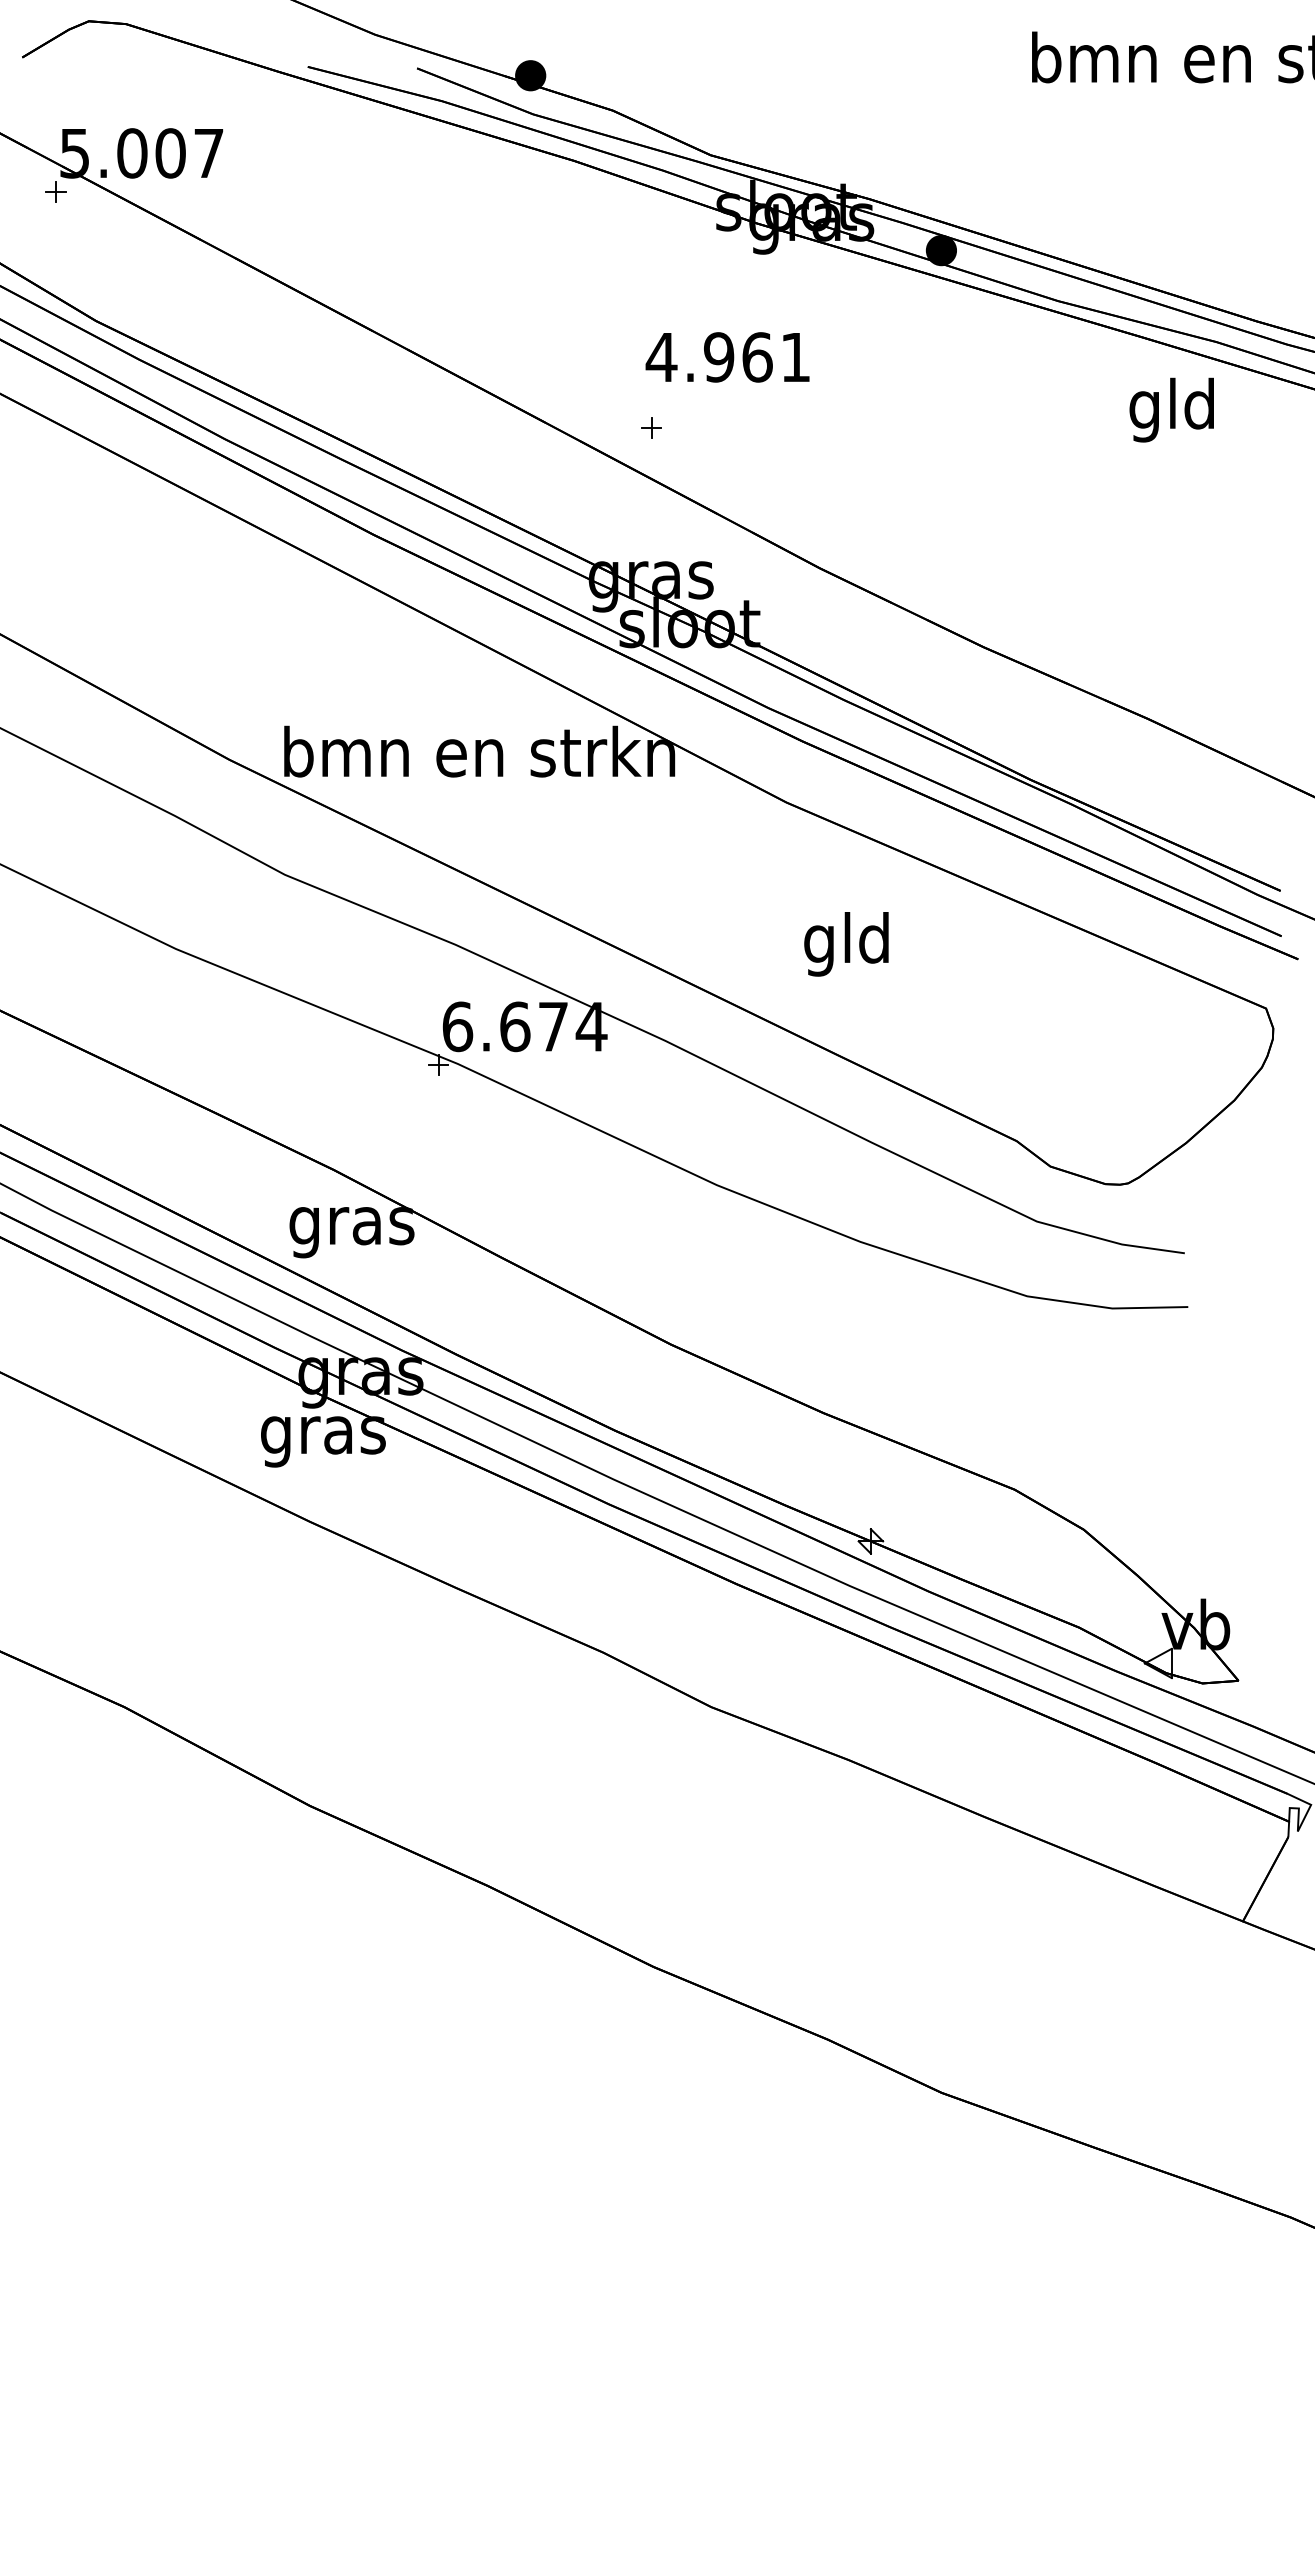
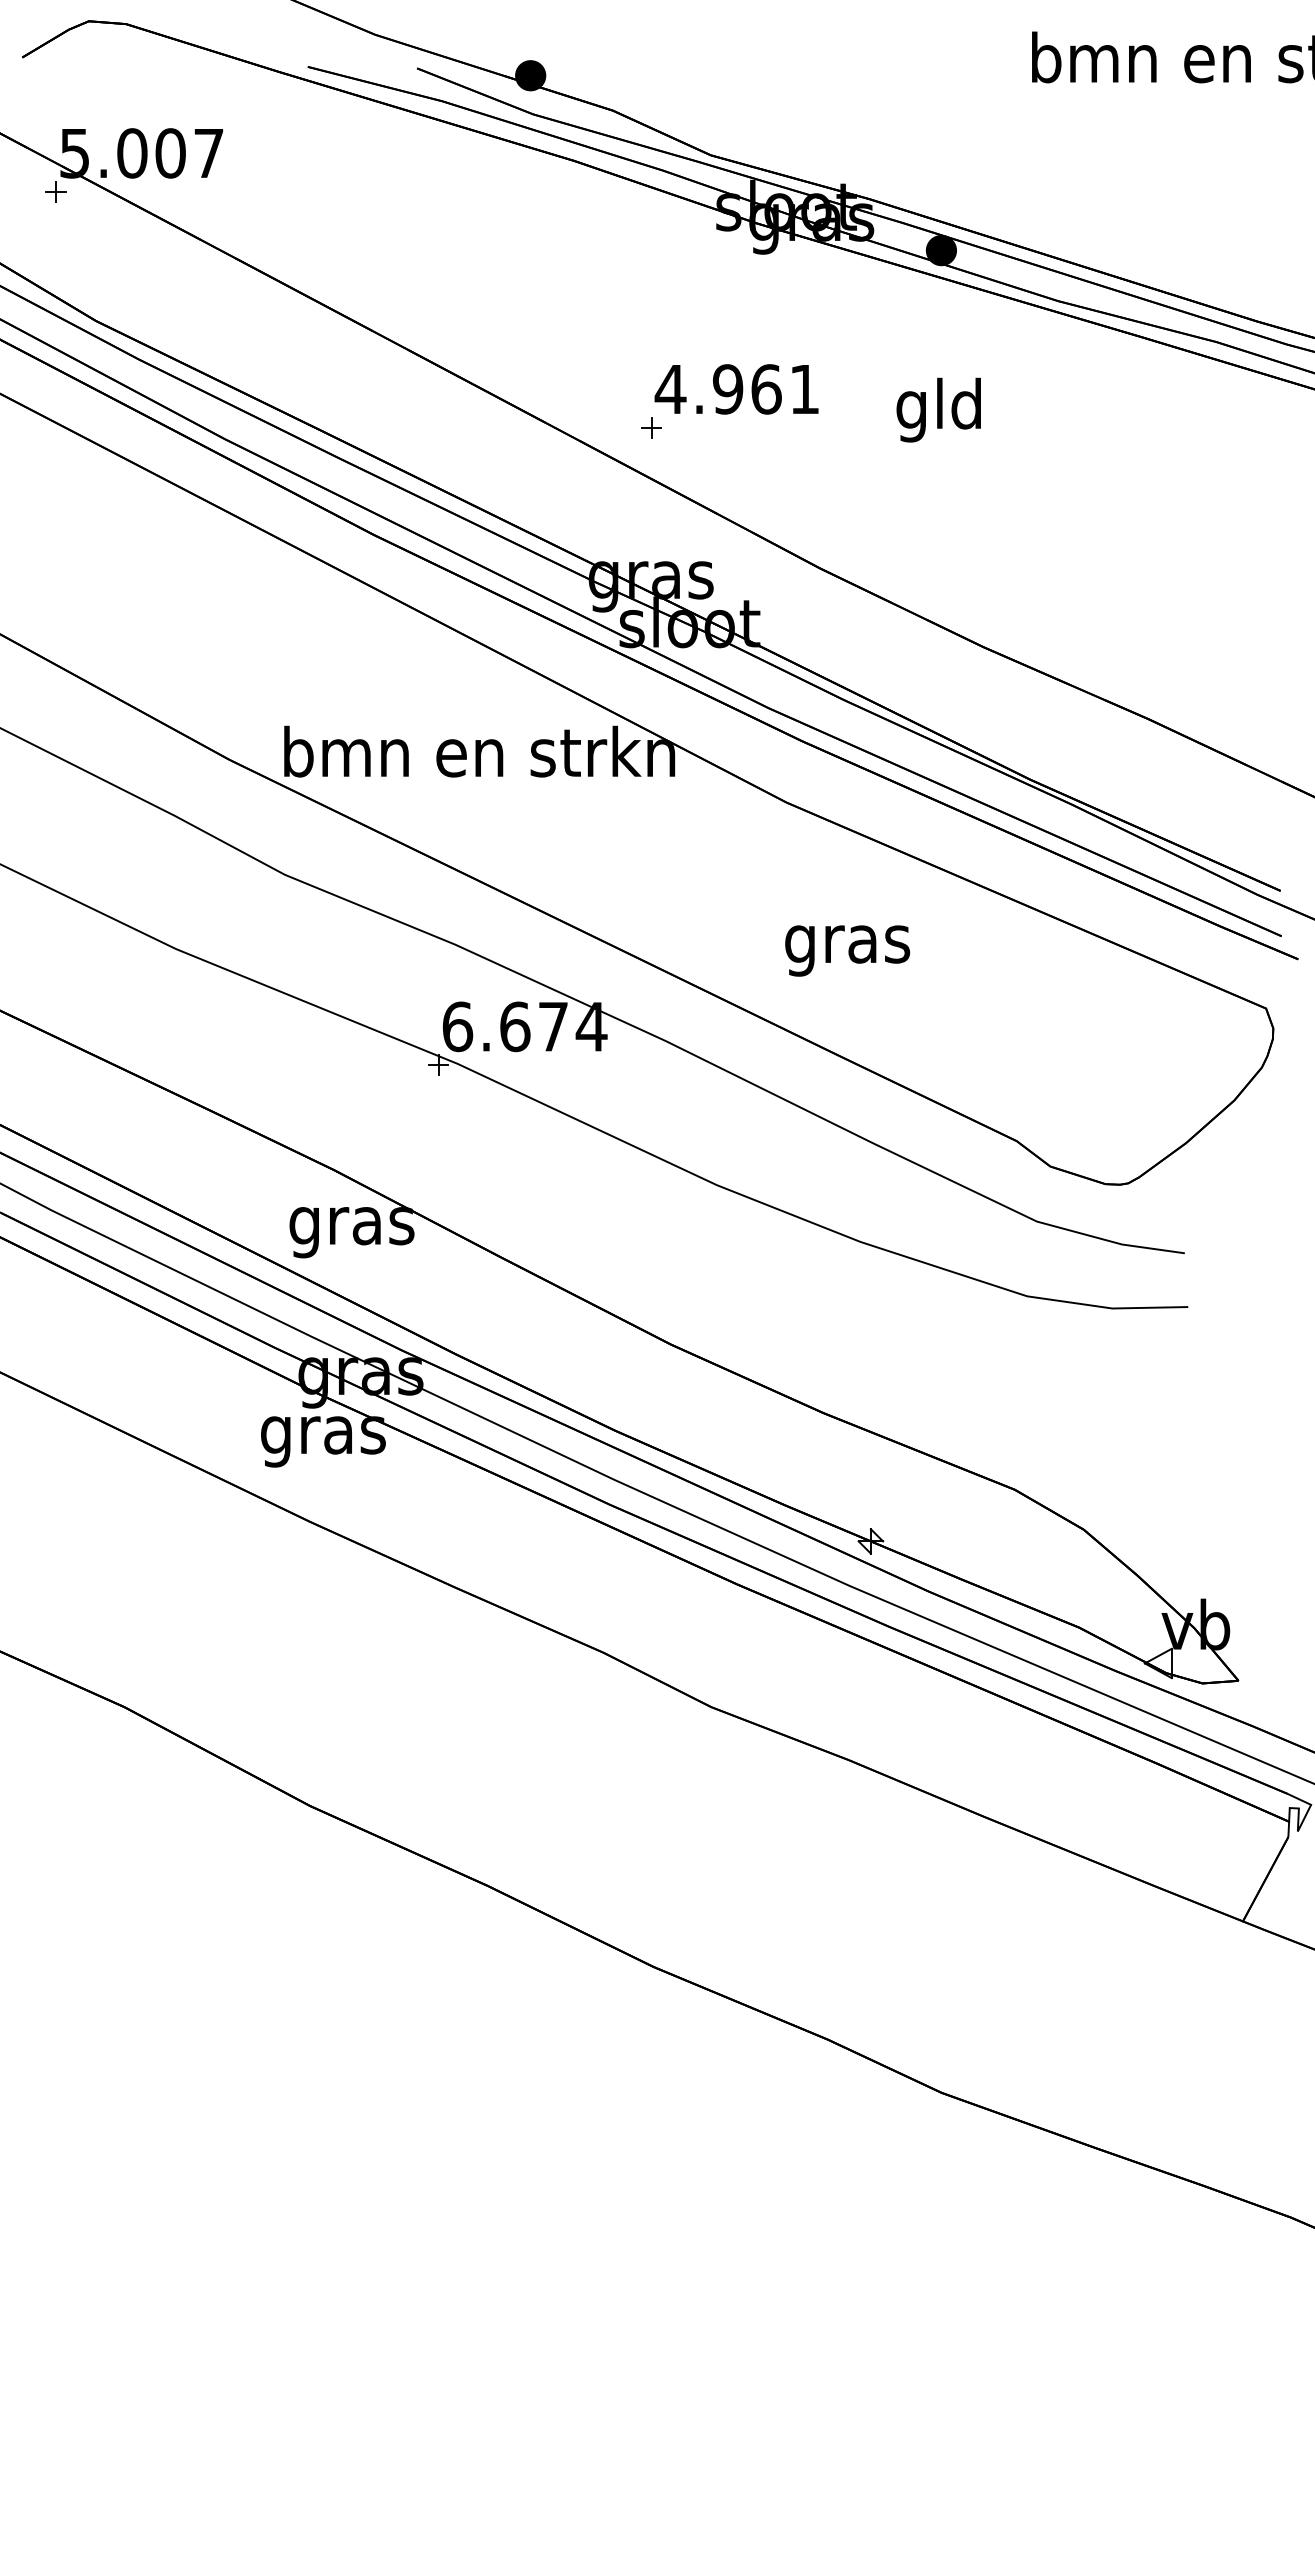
text at (727, 357) position: (727, 357) -> (736, 389)
text at (1171, 409) position: (1171, 409) -> (938, 409)
text at (847, 944): gld -> gras
